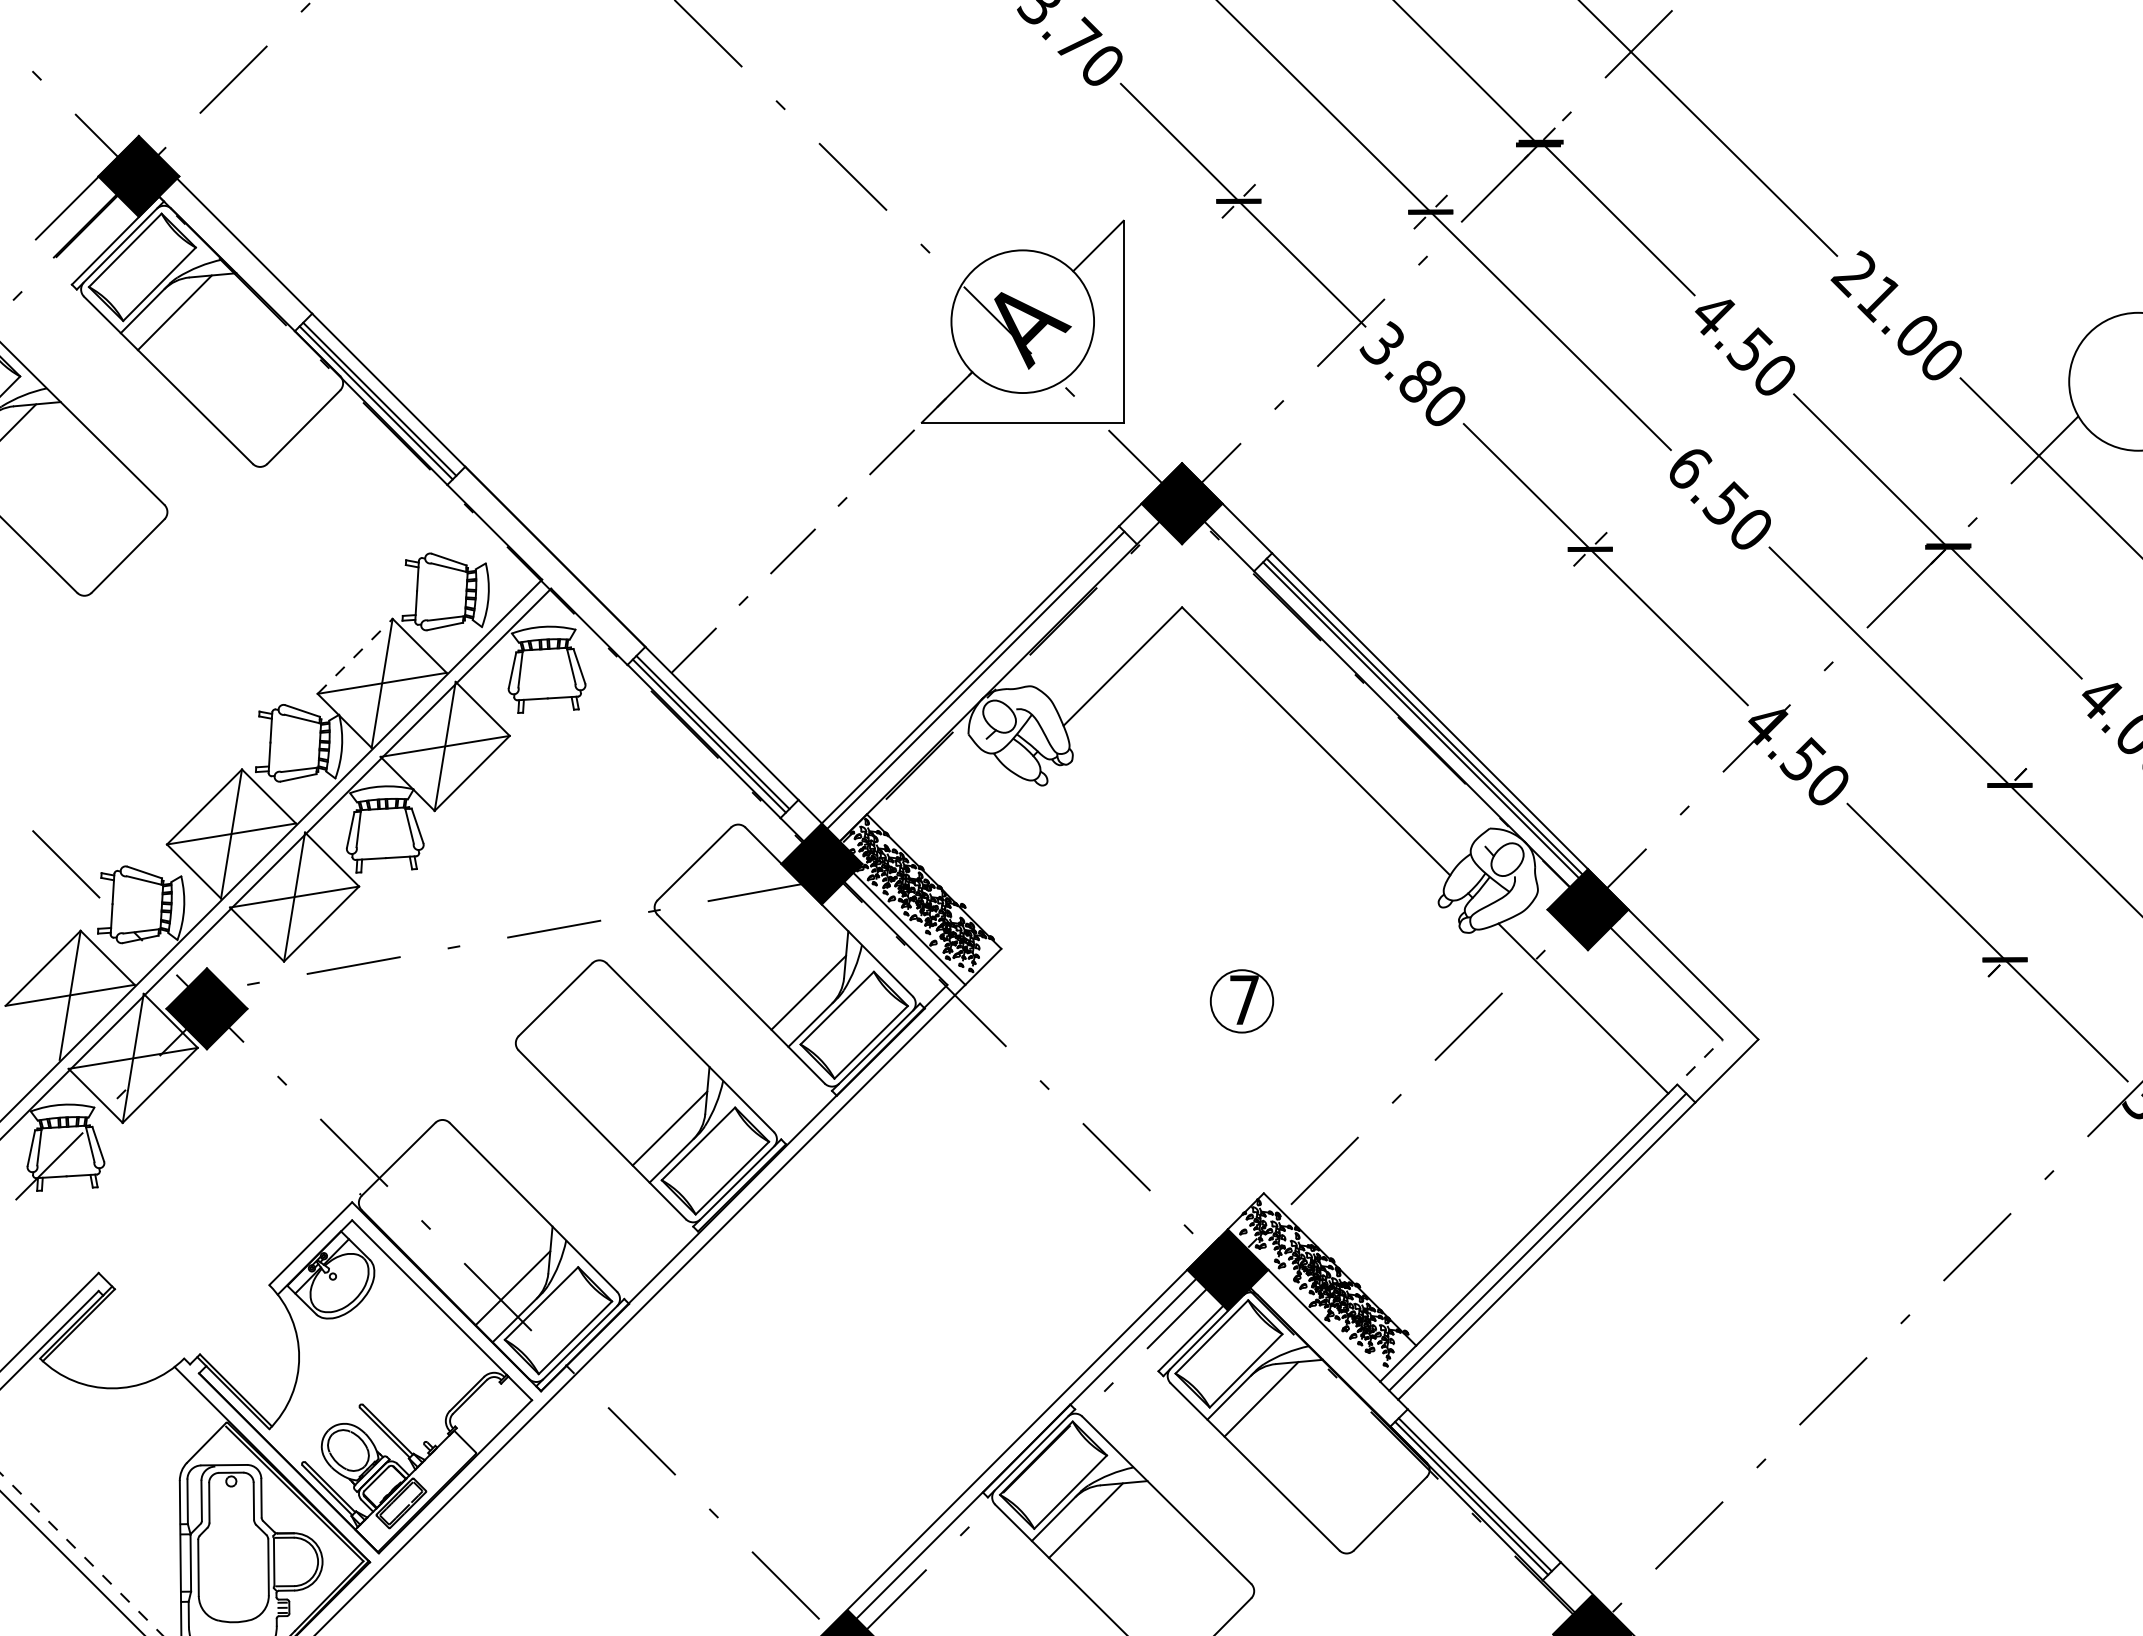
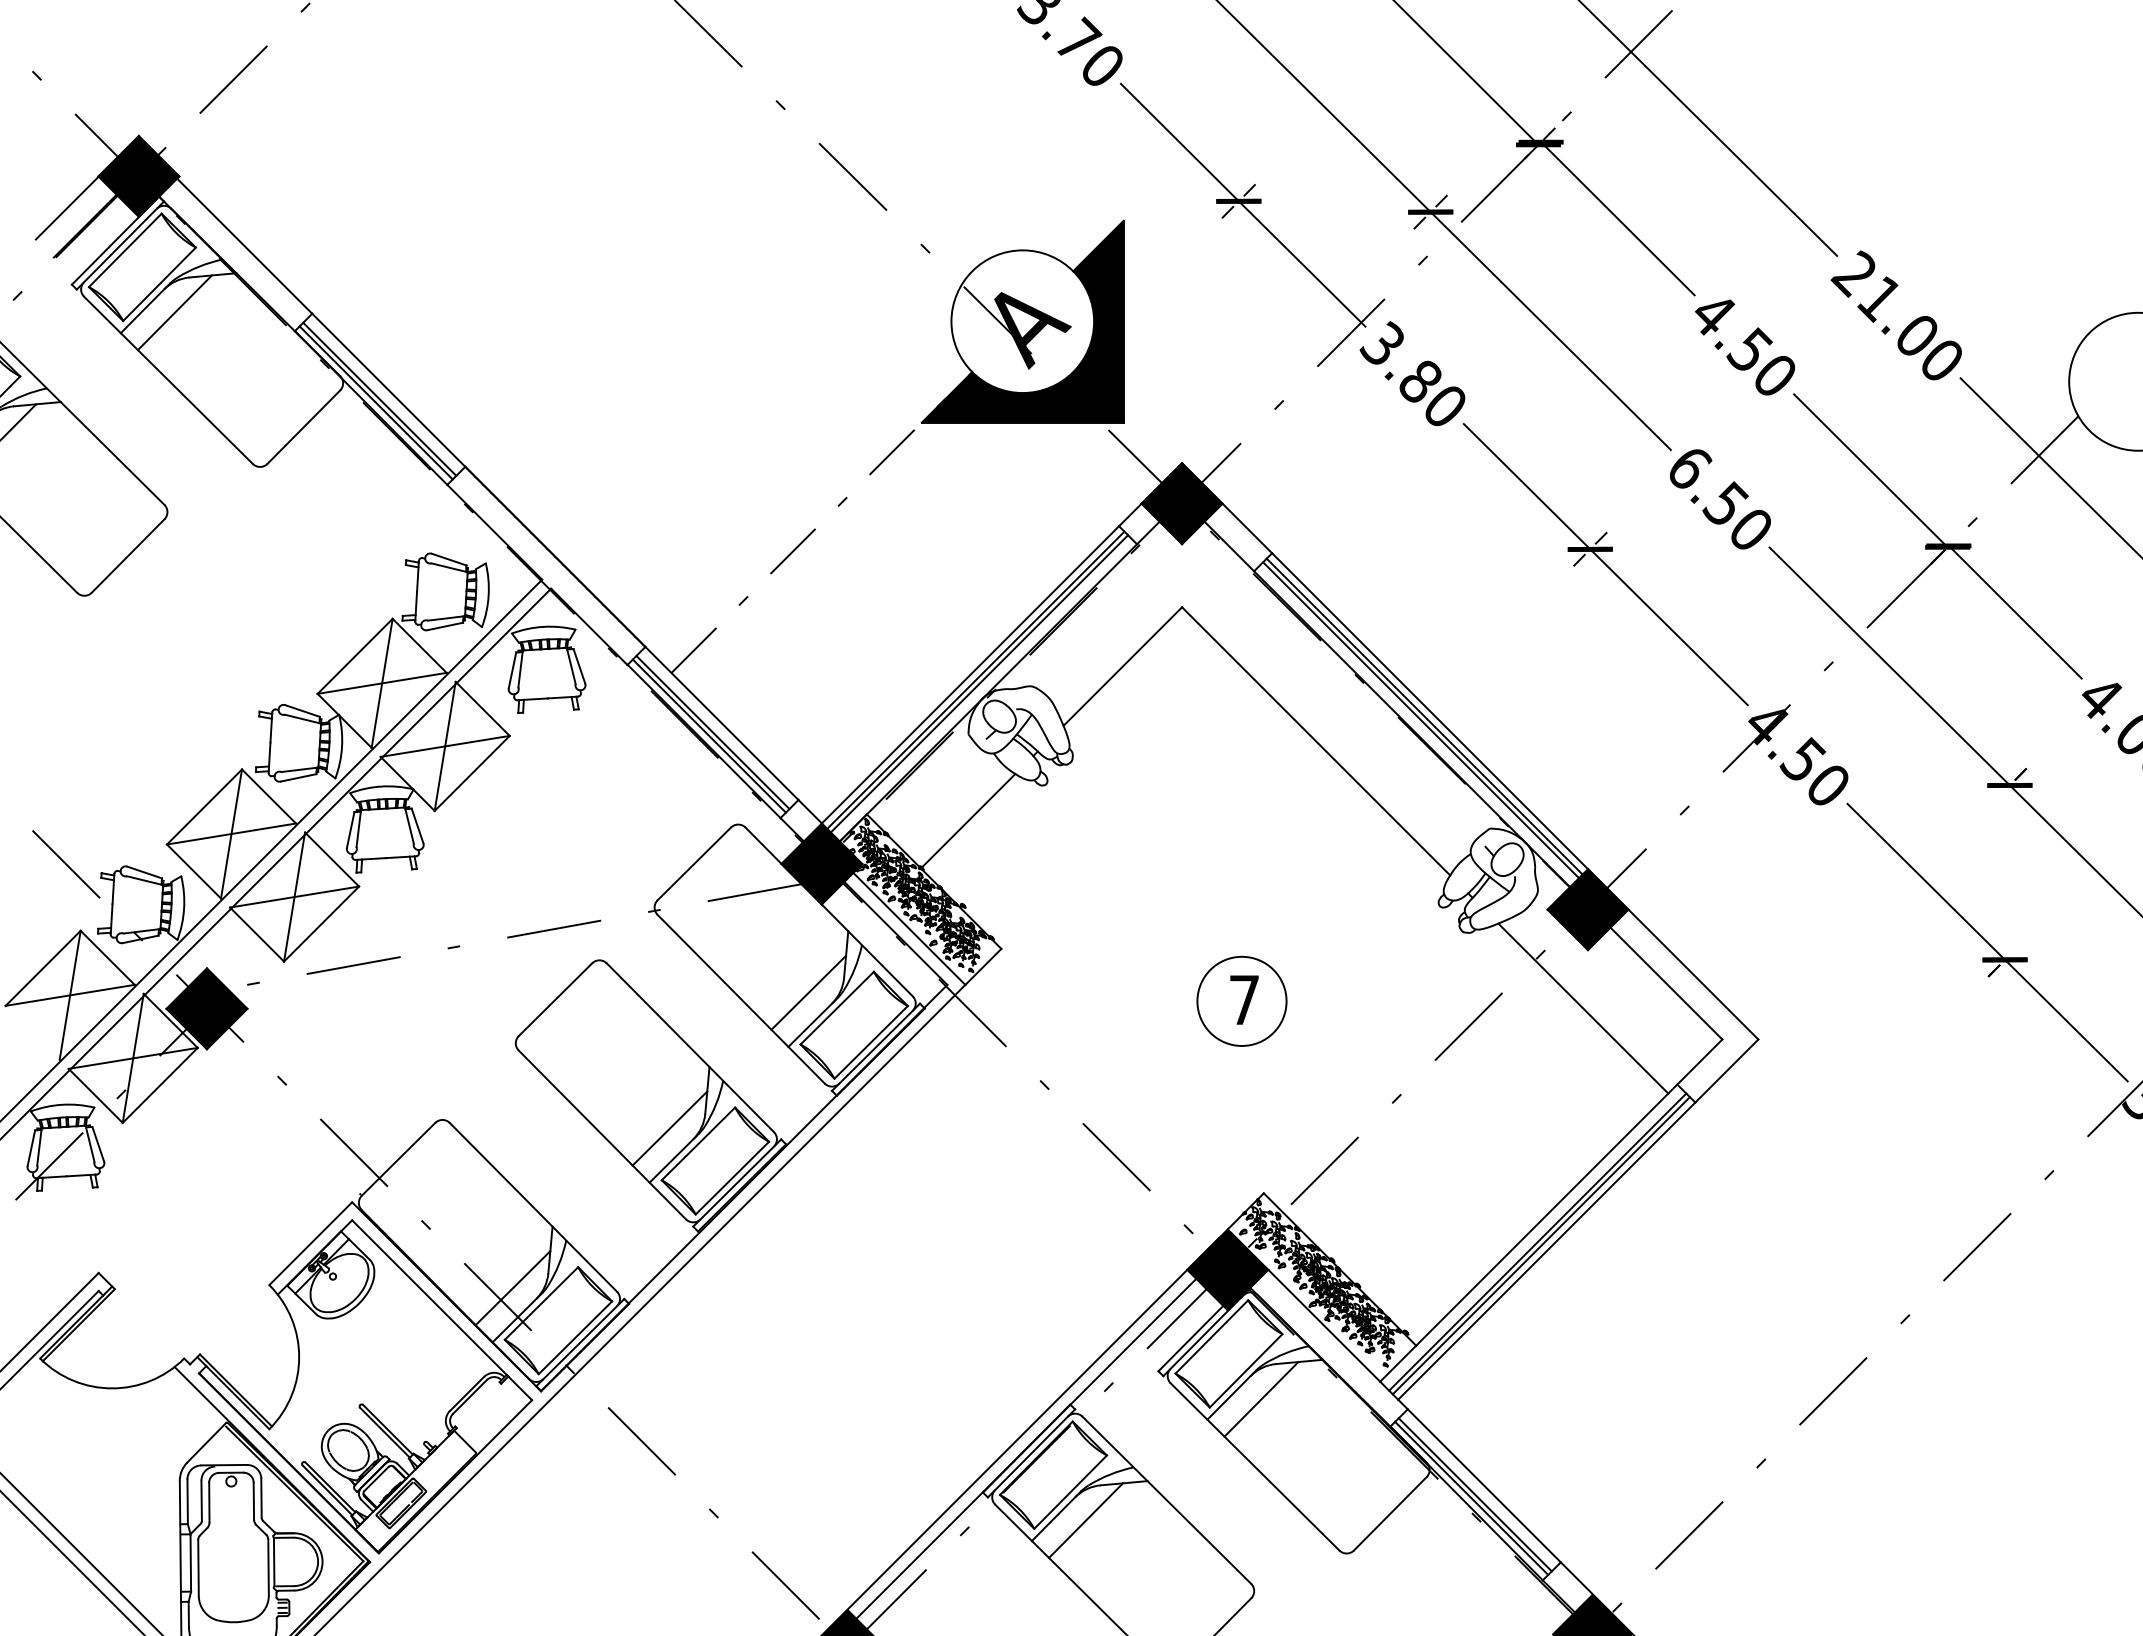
fill at (1022, 321): none -> present
line at (355, 656): dashed -> solid
line at (979, 683): none -> present
line at (967, 821): none -> present
circle at (1241, 1001) diameter: 62 px -> 89 px
line at (1695, 1066): dashed -> solid
line at (1540, 1245): none -> present
line at (81, 1554): dashed -> solid
